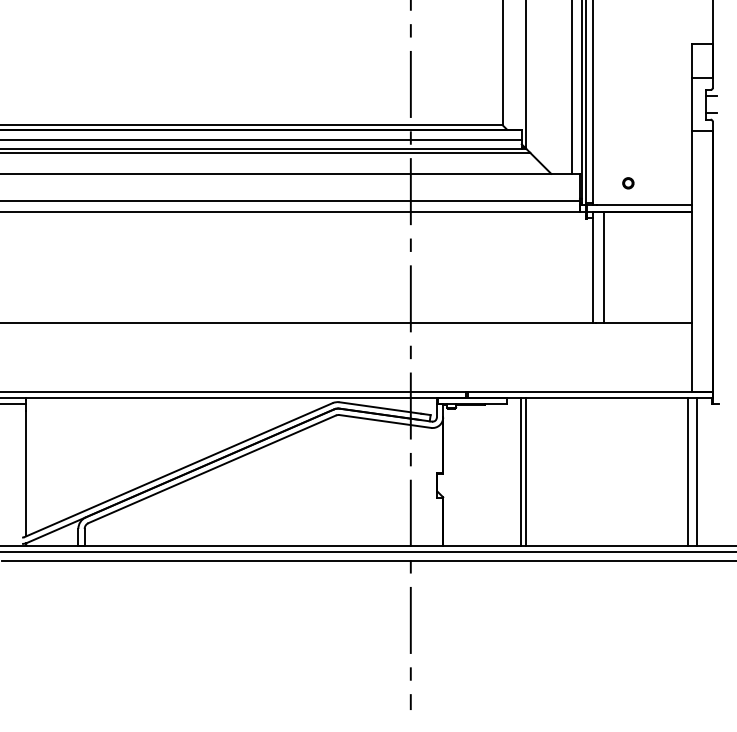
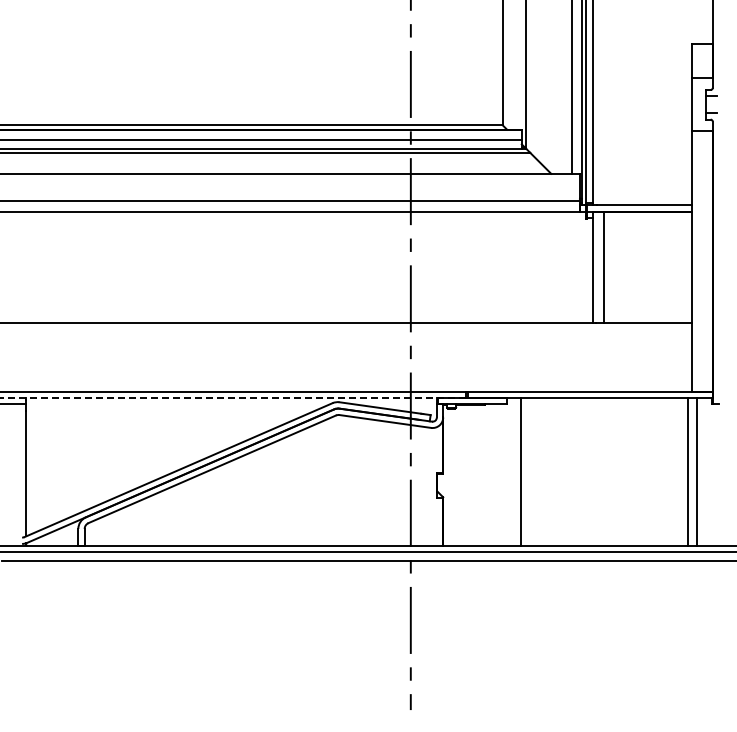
part at (628, 183): present -> none
line at (232, 398): solid -> dashed
line at (525, 471): present -> none
